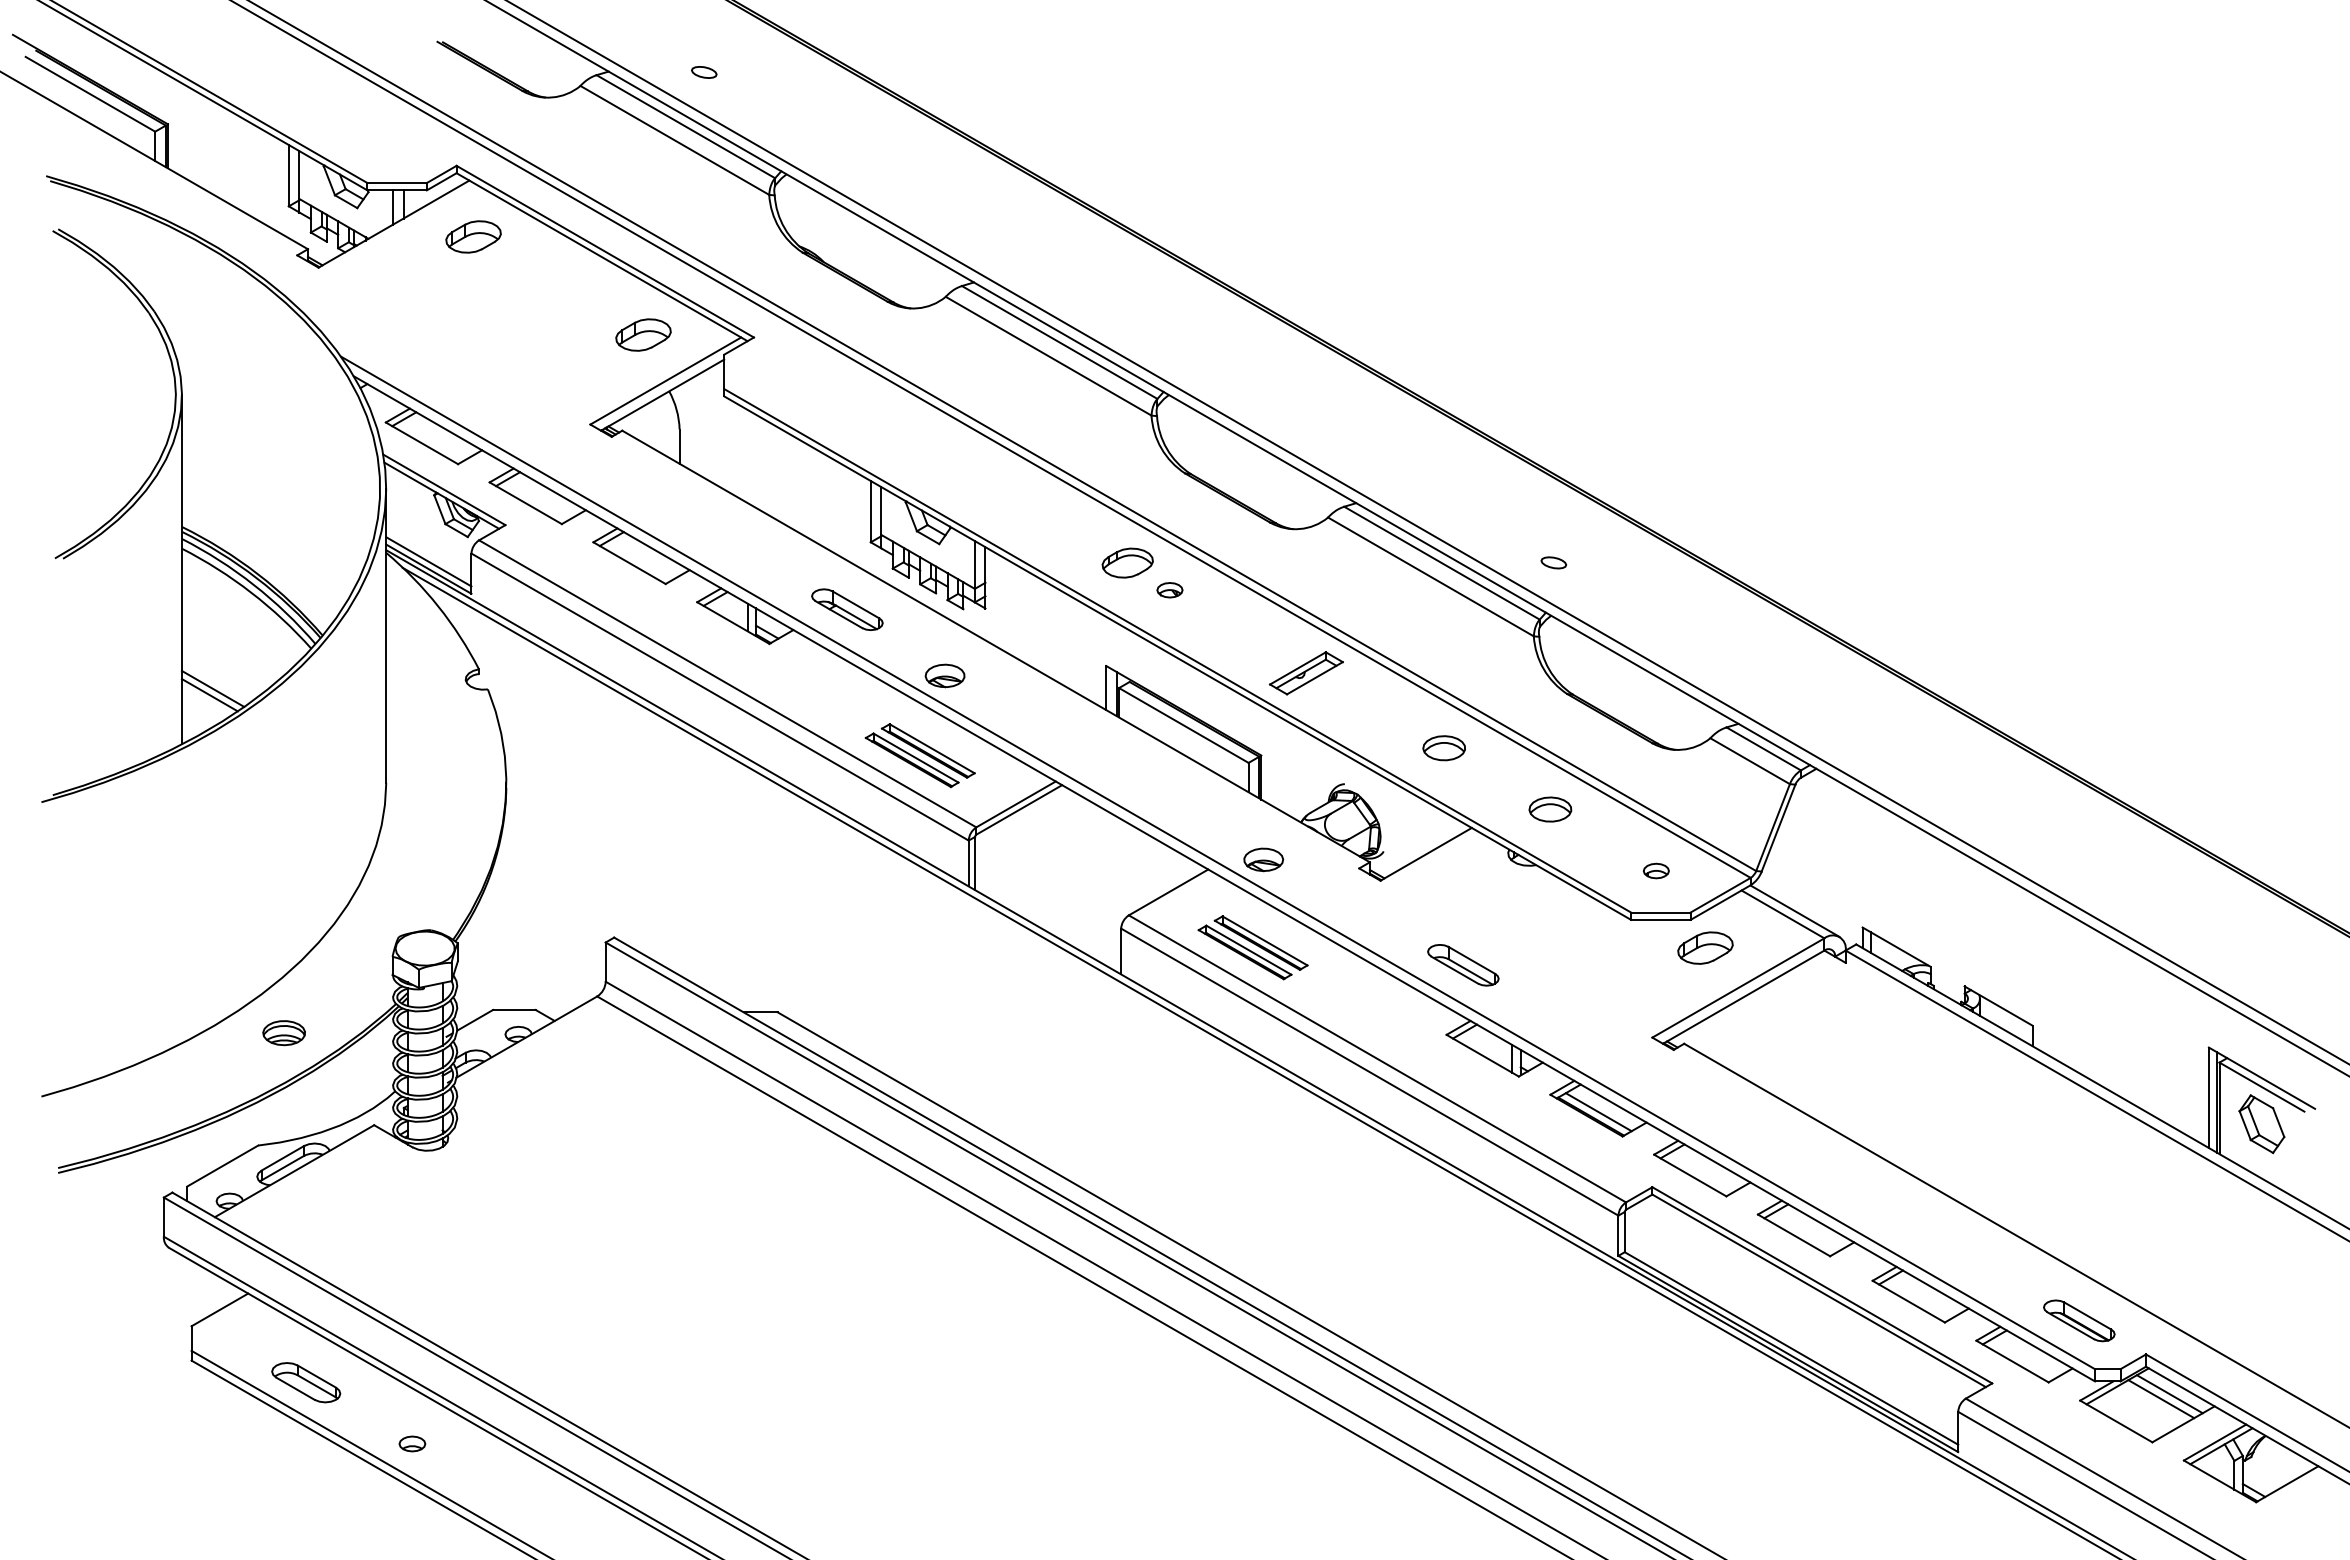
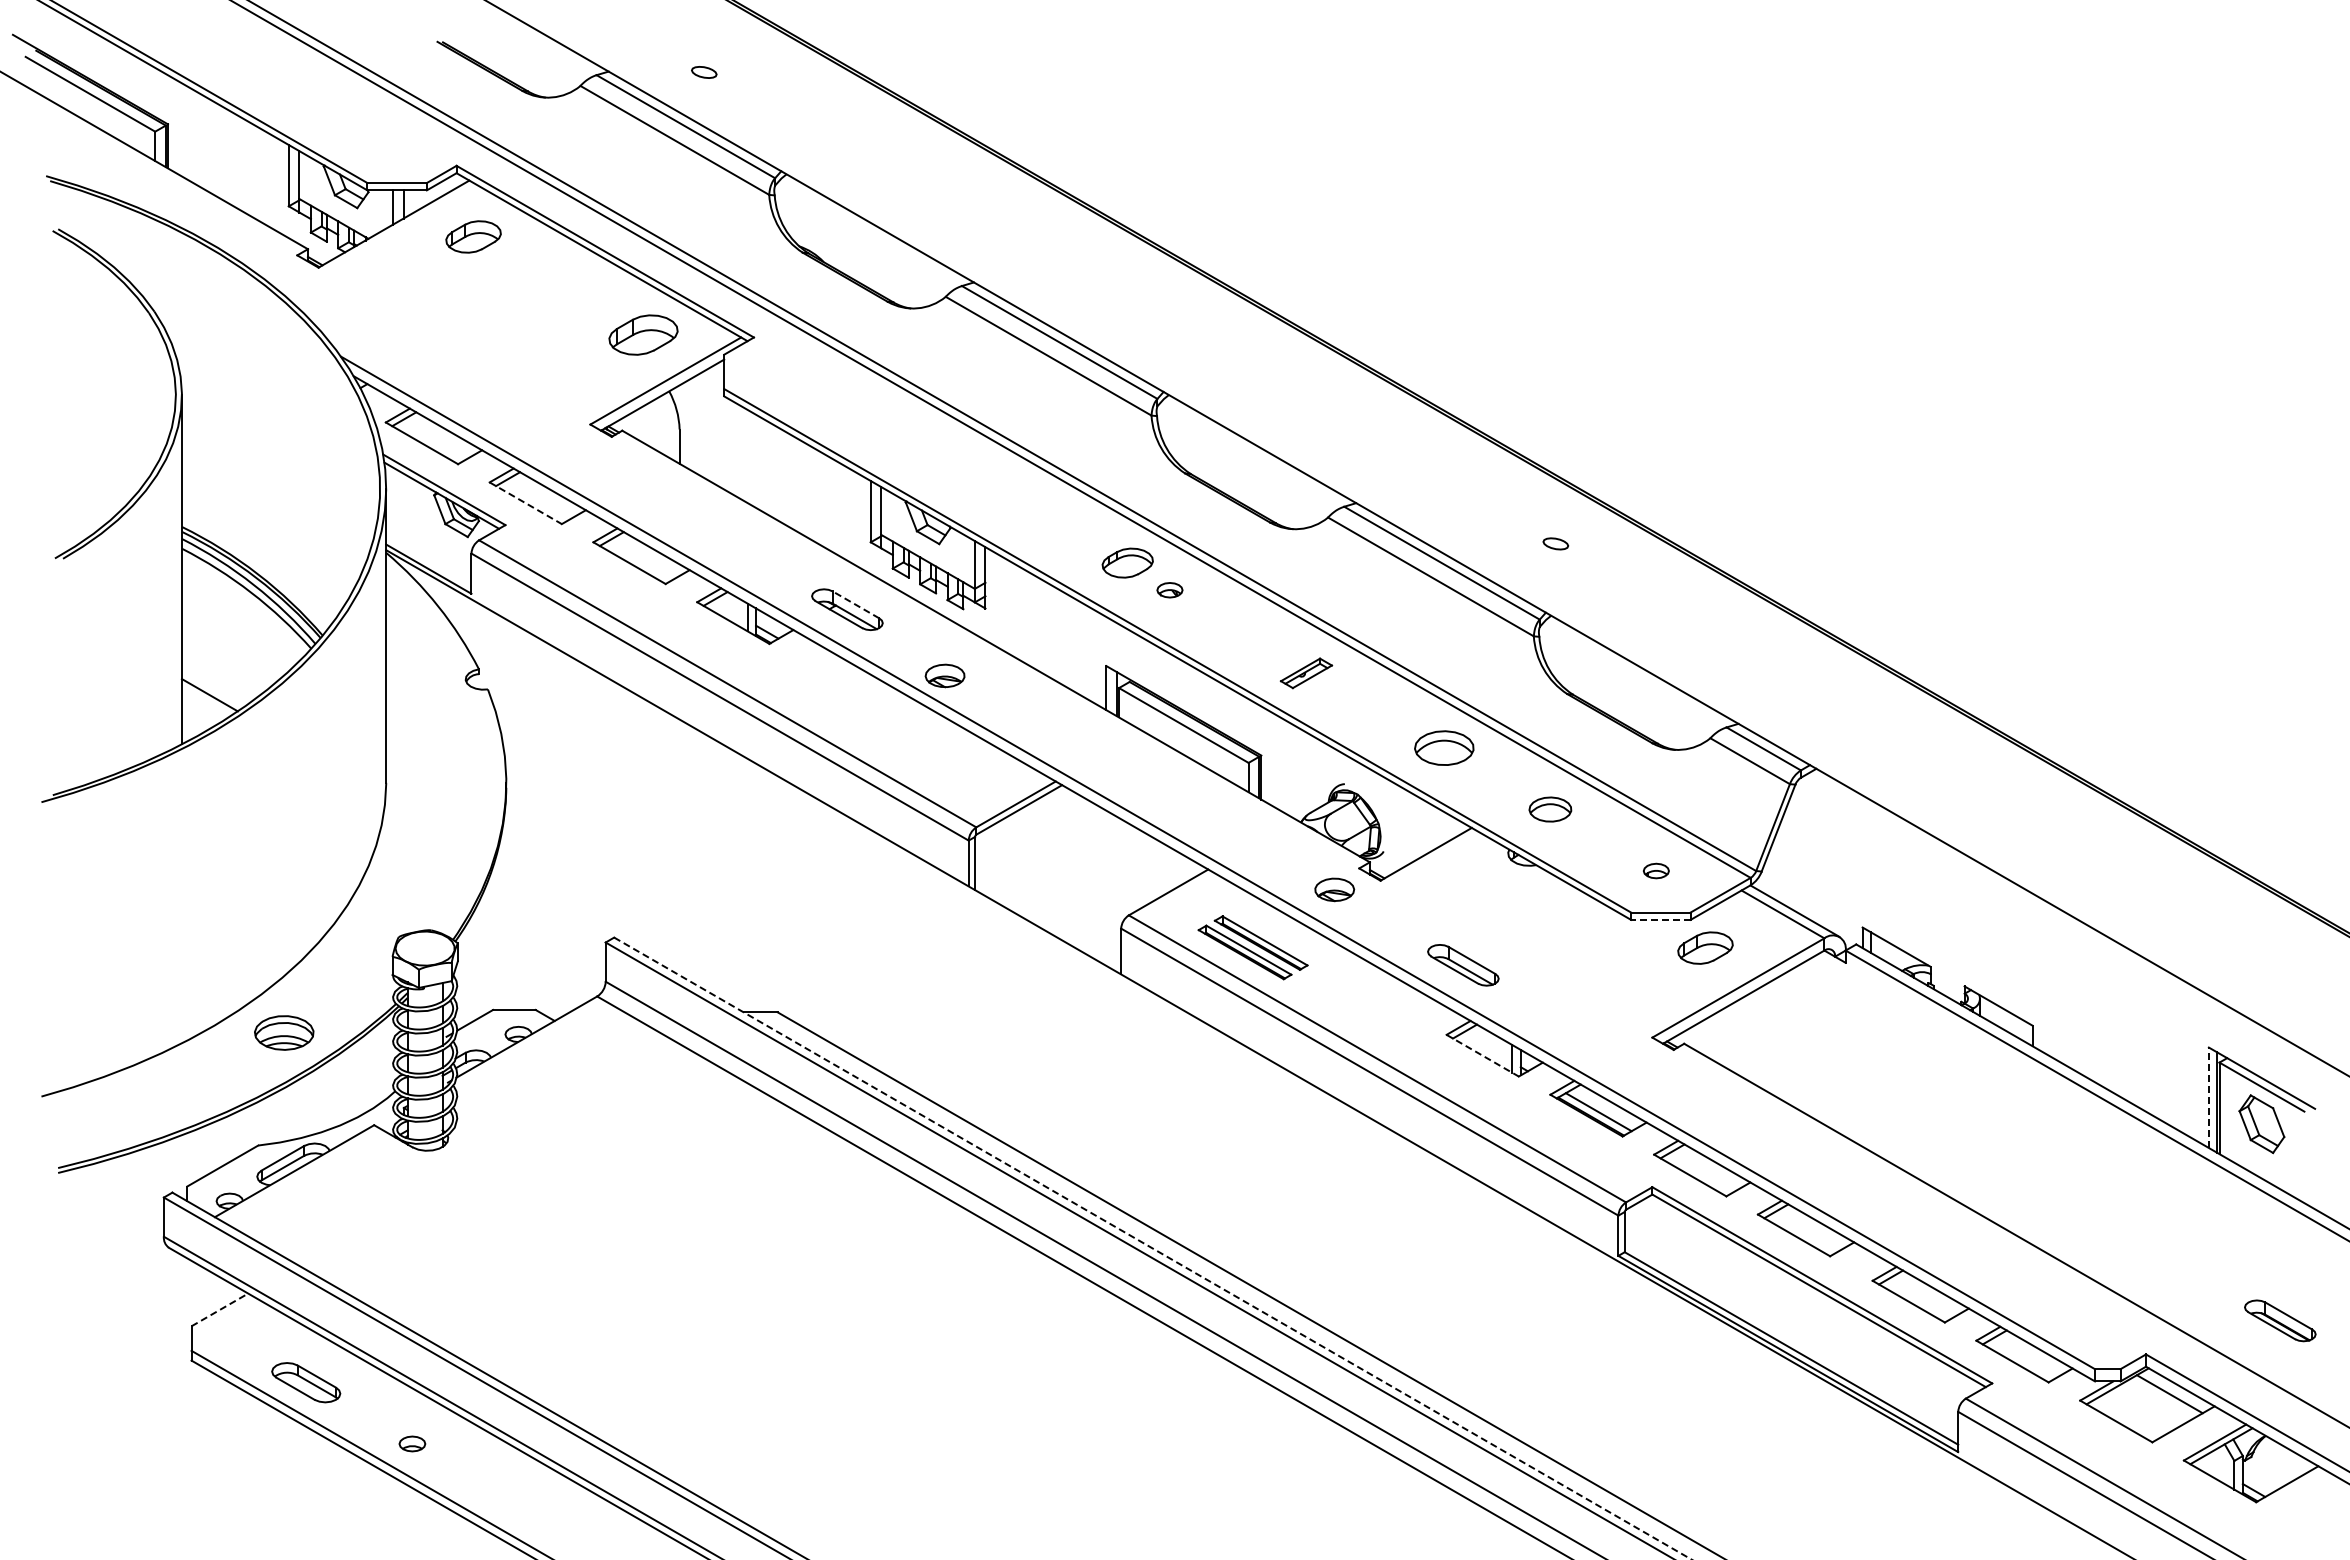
part at (643, 334) size: 57x34 px -> 71x42 px
line at (525, 503): solid -> dashed
line at (1427, 532): present -> none
line at (428, 561): present -> none
part at (1553, 562) position: (1553, 562) -> (1555, 543)
line at (855, 604): solid -> dashed
part at (1306, 673) size: 75x45 px -> 55x33 px
line at (212, 688): present -> none
part at (1443, 748) size: 44x27 px -> 61x36 px
part at (919, 755): present -> none
part at (1263, 859) position: (1263, 859) -> (1334, 889)
line at (1660, 919): solid -> dashed
part at (283, 1033) size: 44x27 px -> 61x36 px
line at (1482, 1055): solid -> dashed
line at (1258, 1061): present -> none
line at (2208, 1097): solid -> dashed
line at (1153, 1248): solid -> dashed
line at (219, 1309): solid -> dashed
part at (2079, 1320) position: (2079, 1320) -> (2280, 1320)
line at (2161, 1399): present -> none
